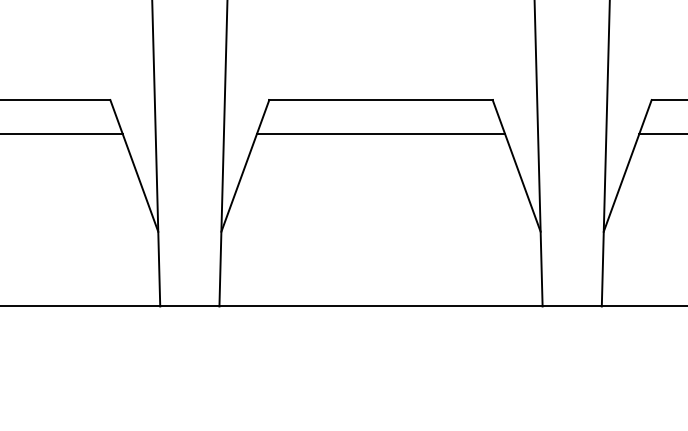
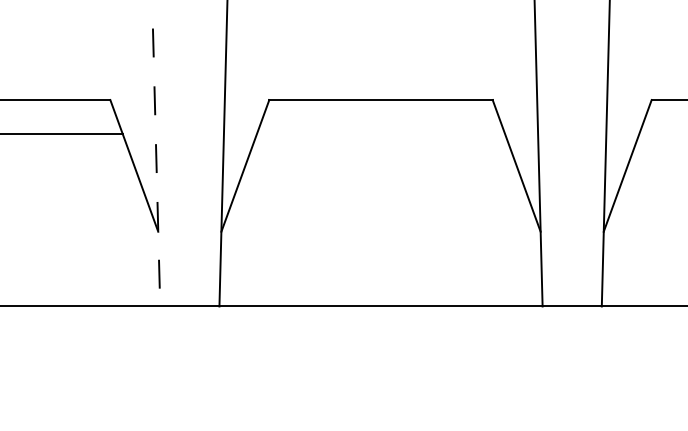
line at (380, 133): present -> none
line at (661, 133): present -> none
line at (156, 153): solid -> dashed
